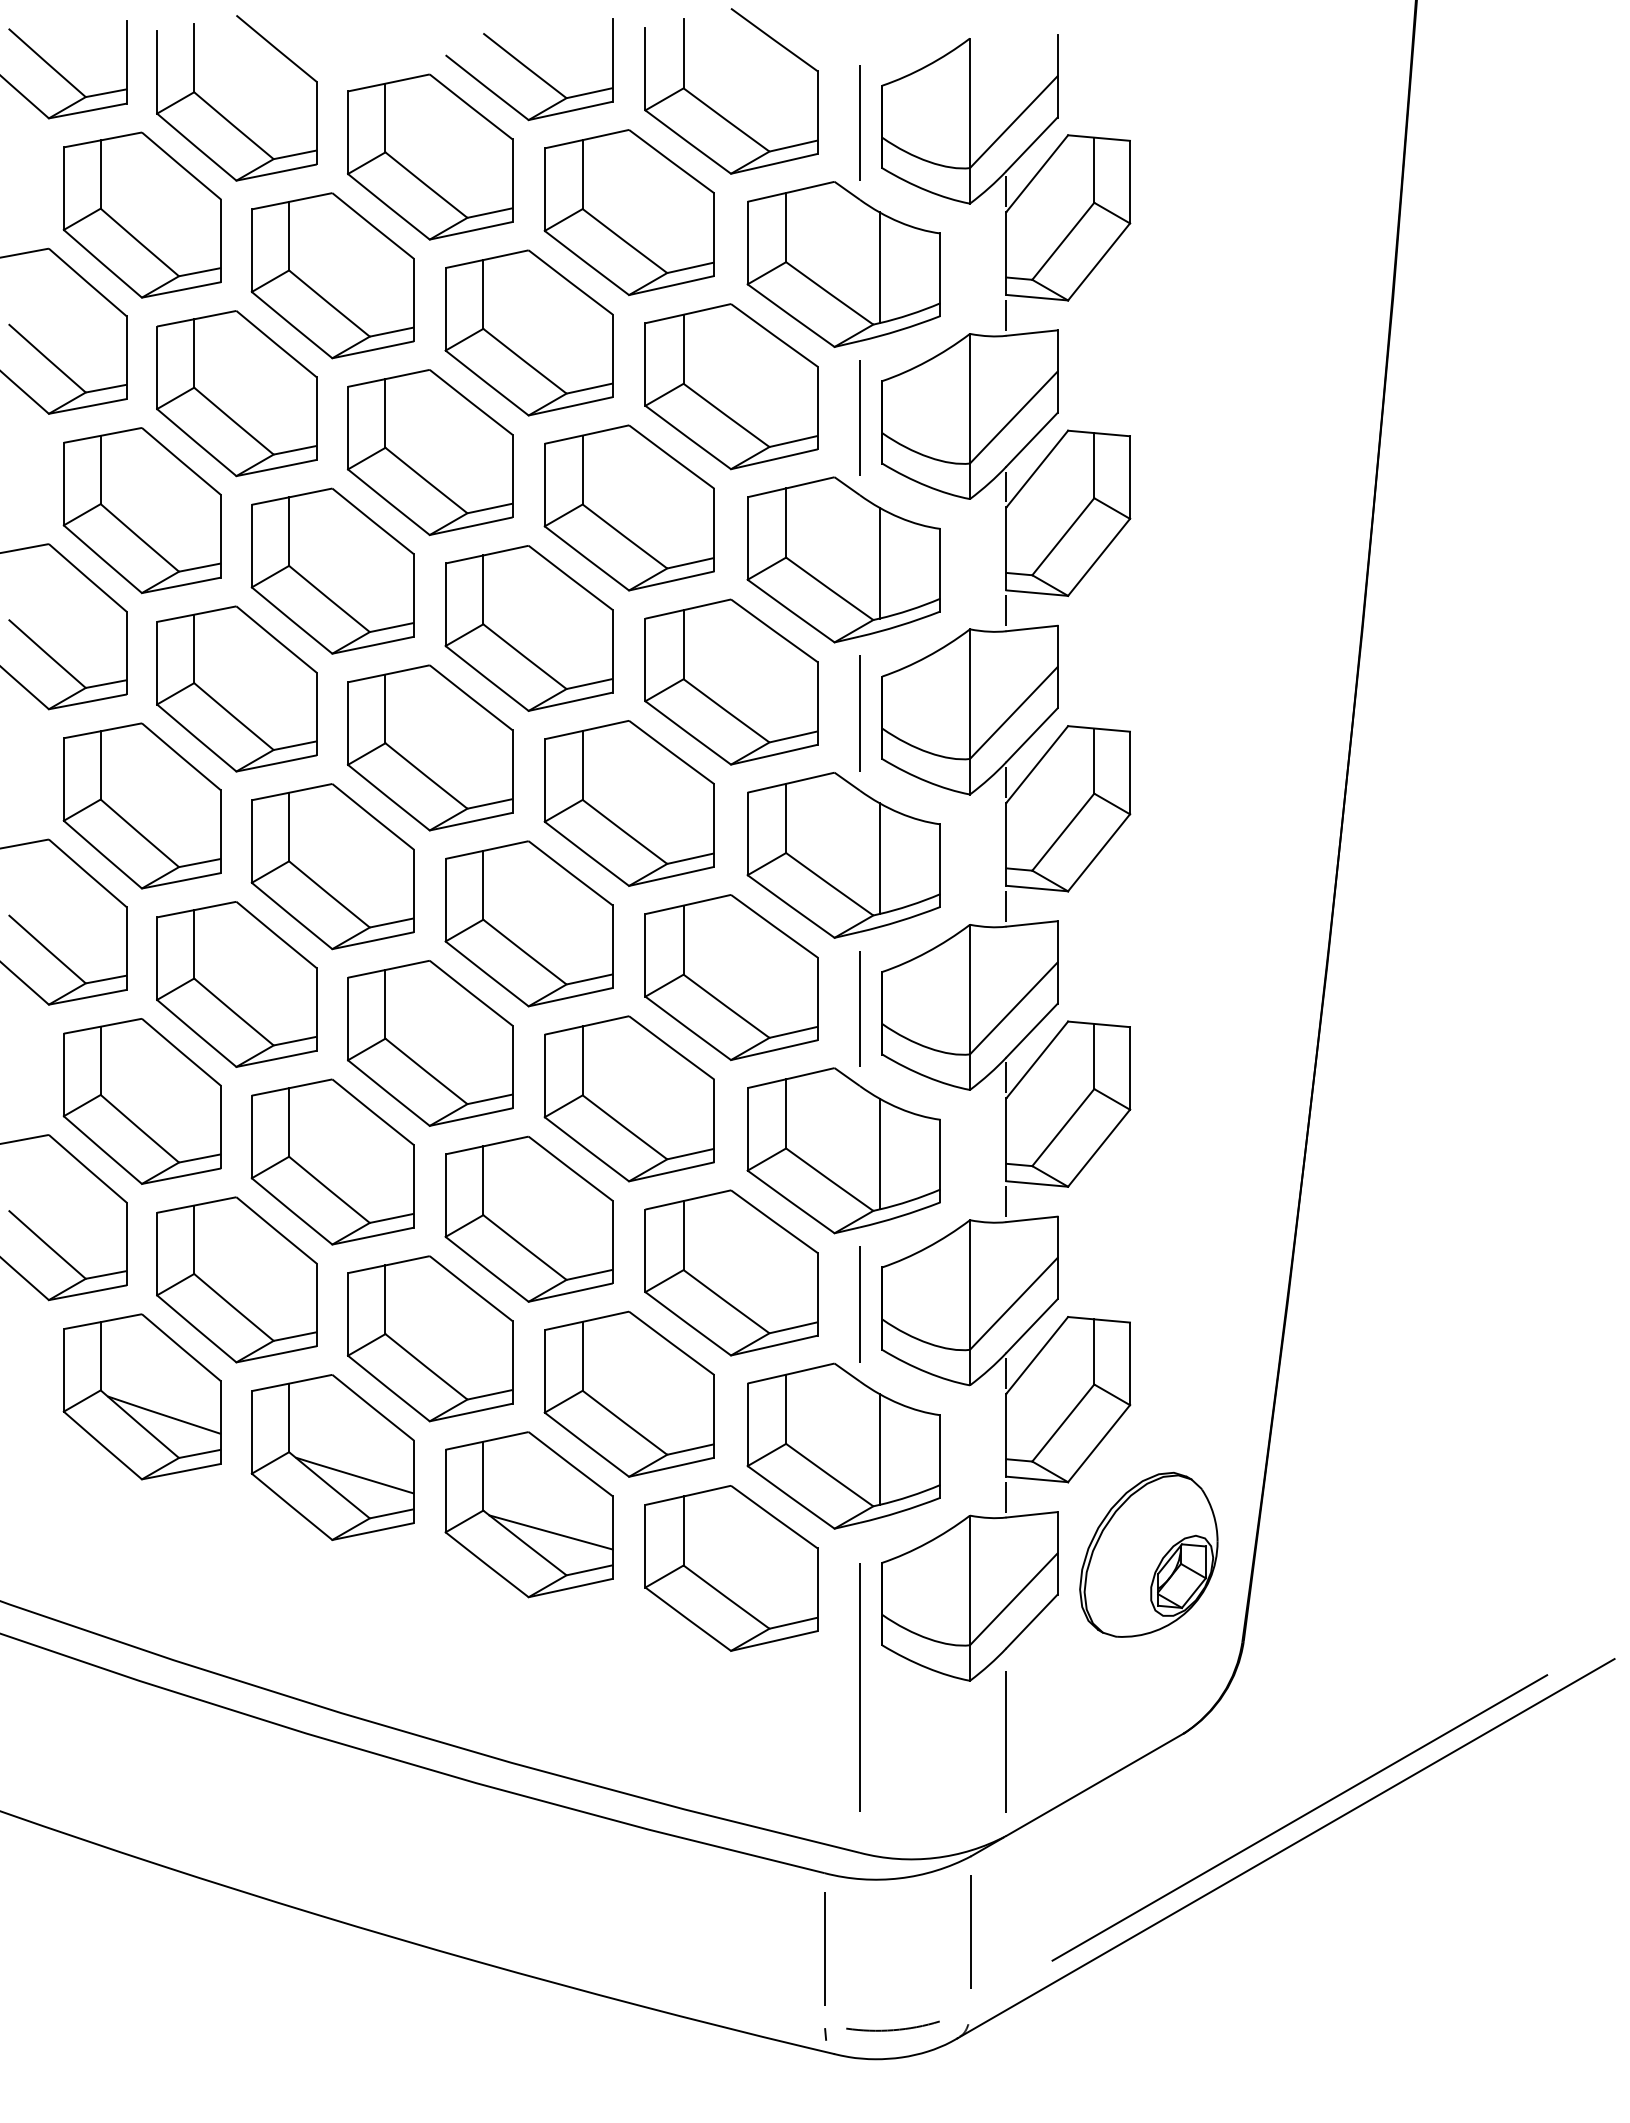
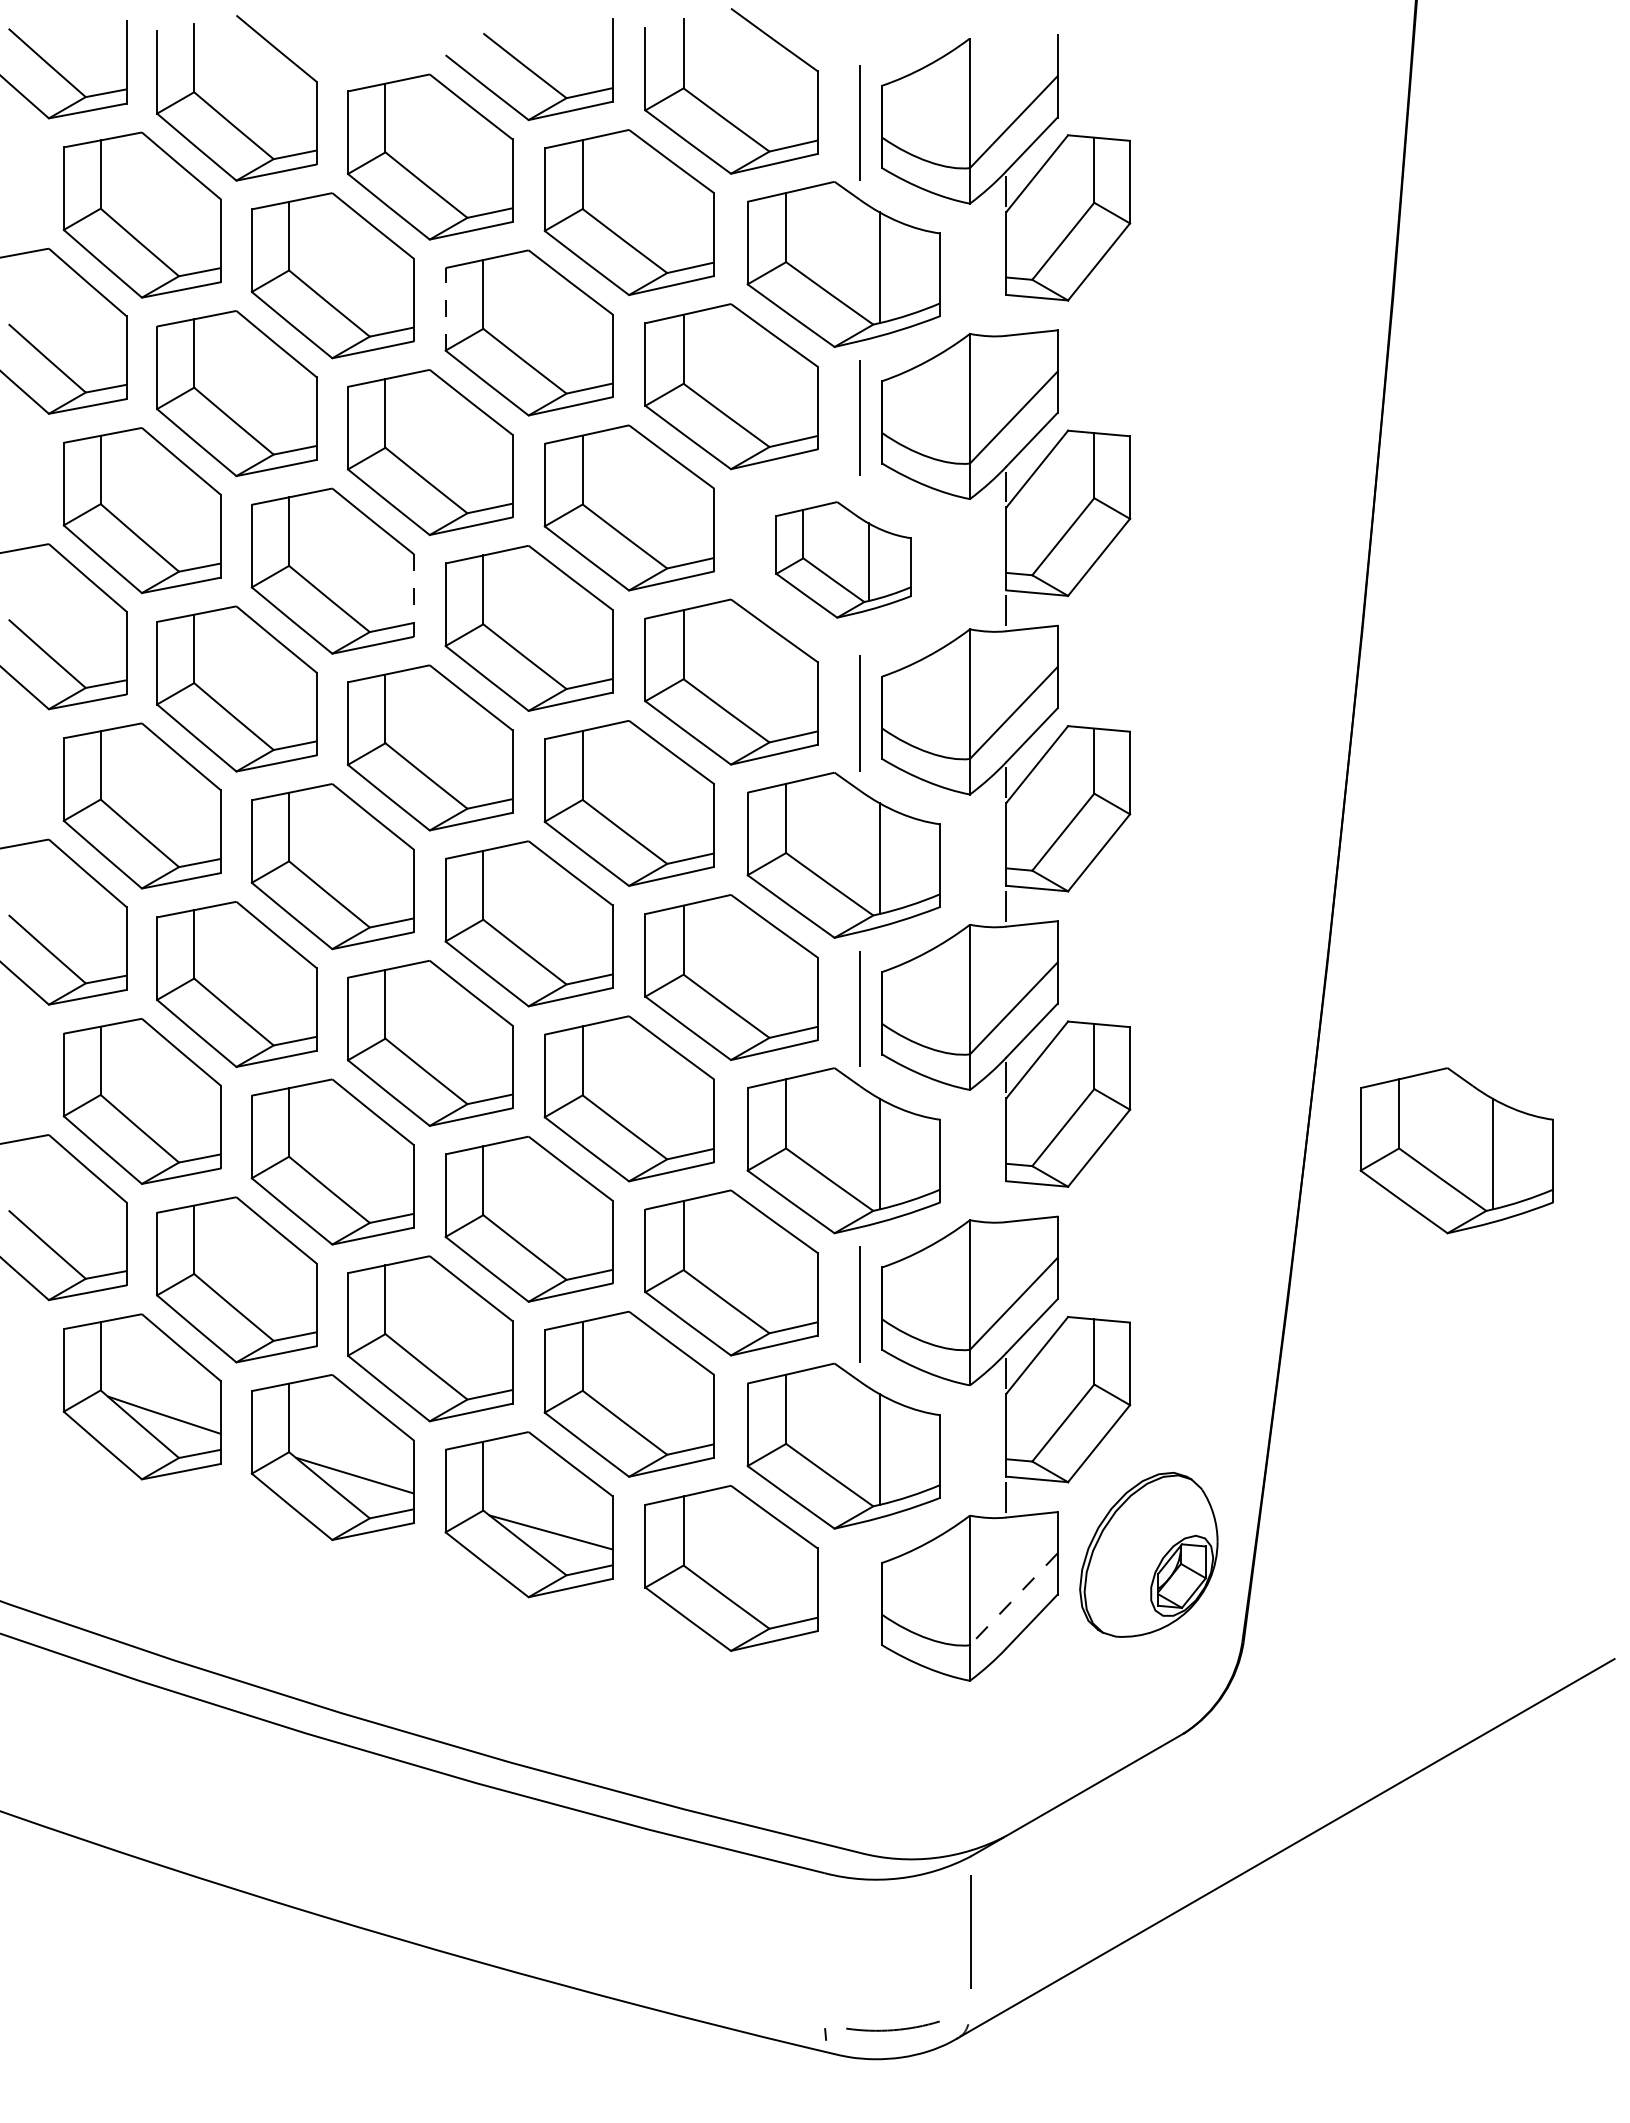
line at (445, 308): solid -> dashed
line at (1006, 314): present -> none
part at (843, 559) size: 195x168 px -> 137x118 px
line at (413, 596): solid -> dashed
part at (1456, 1150): none -> present
line at (1006, 1201): present -> none
line at (1013, 1599): solid -> dashed
line at (859, 1687): present -> none
line at (1006, 1741): present -> none
line at (1299, 1817): present -> none
line at (824, 1948): present -> none
